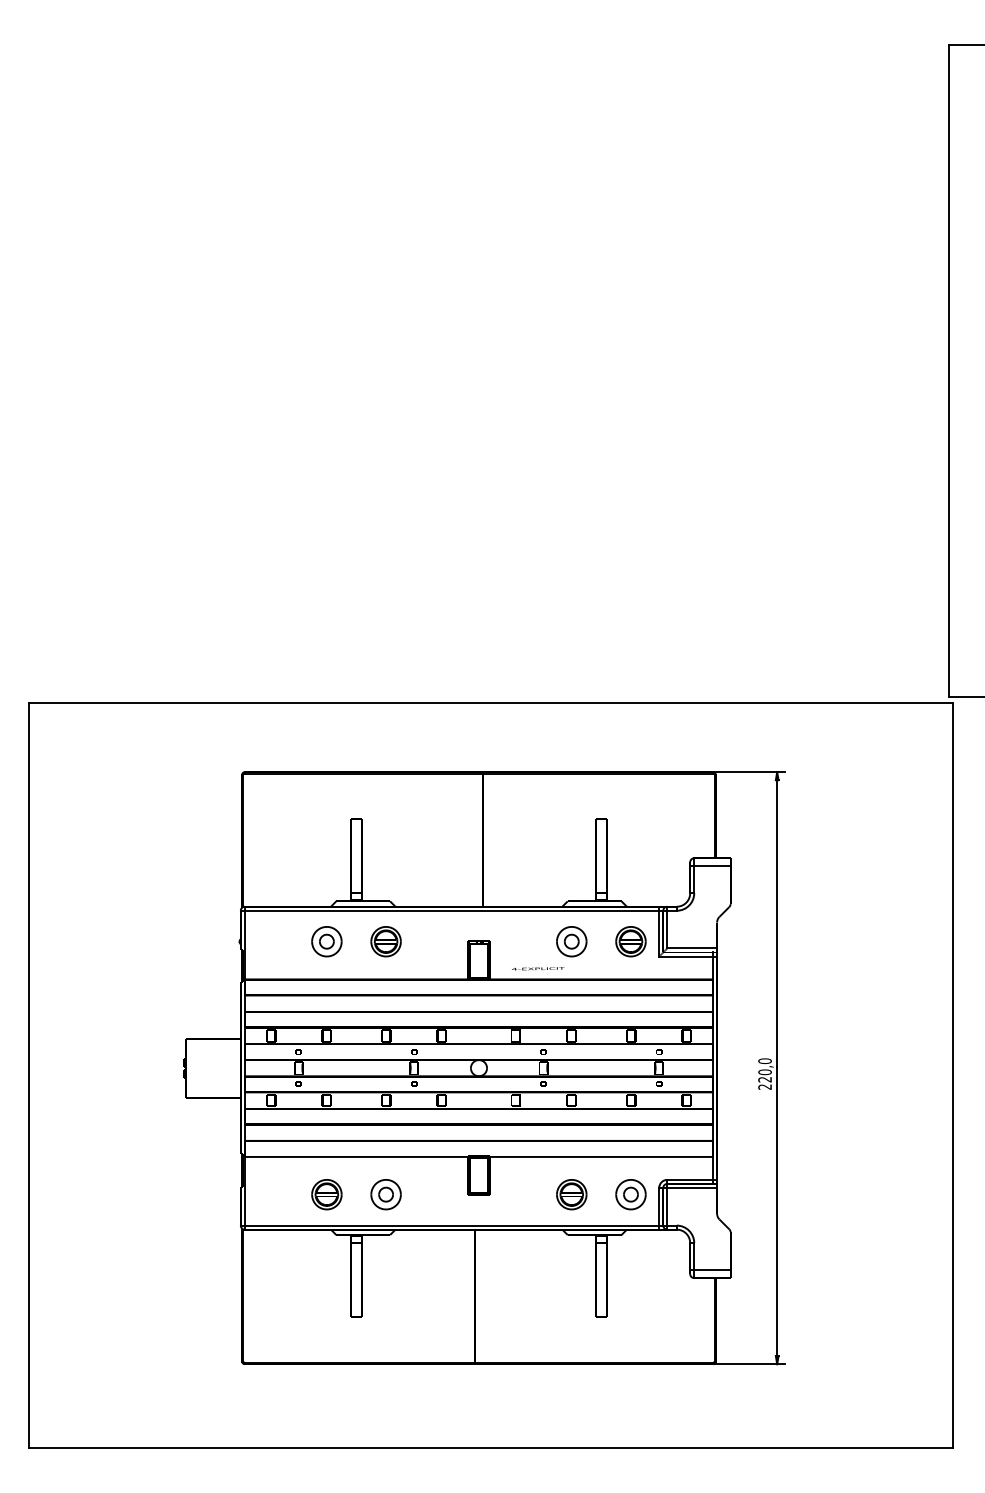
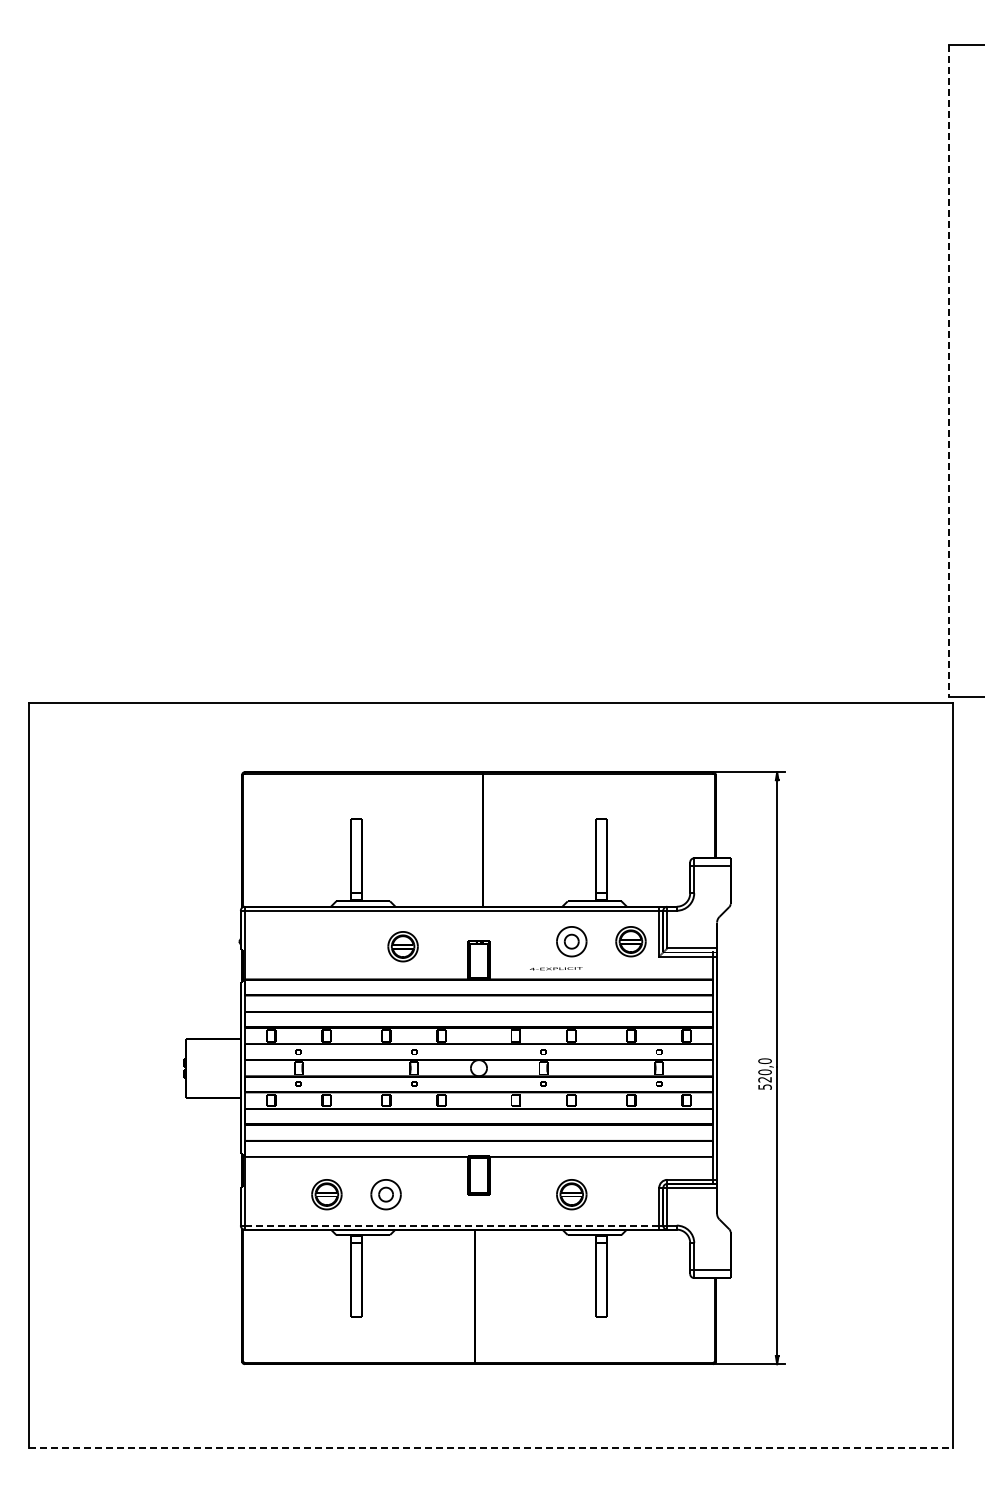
line at (948, 371): solid -> dashed
part at (326, 941): present -> none
part at (385, 941) position: (385, 941) -> (402, 946)
text at (538, 968) position: (538, 968) -> (556, 968)
text at (764, 1086): 220,0 -> 520,0
part at (630, 1194): present -> none
line at (452, 1225): solid -> dashed
line at (491, 1448): solid -> dashed
